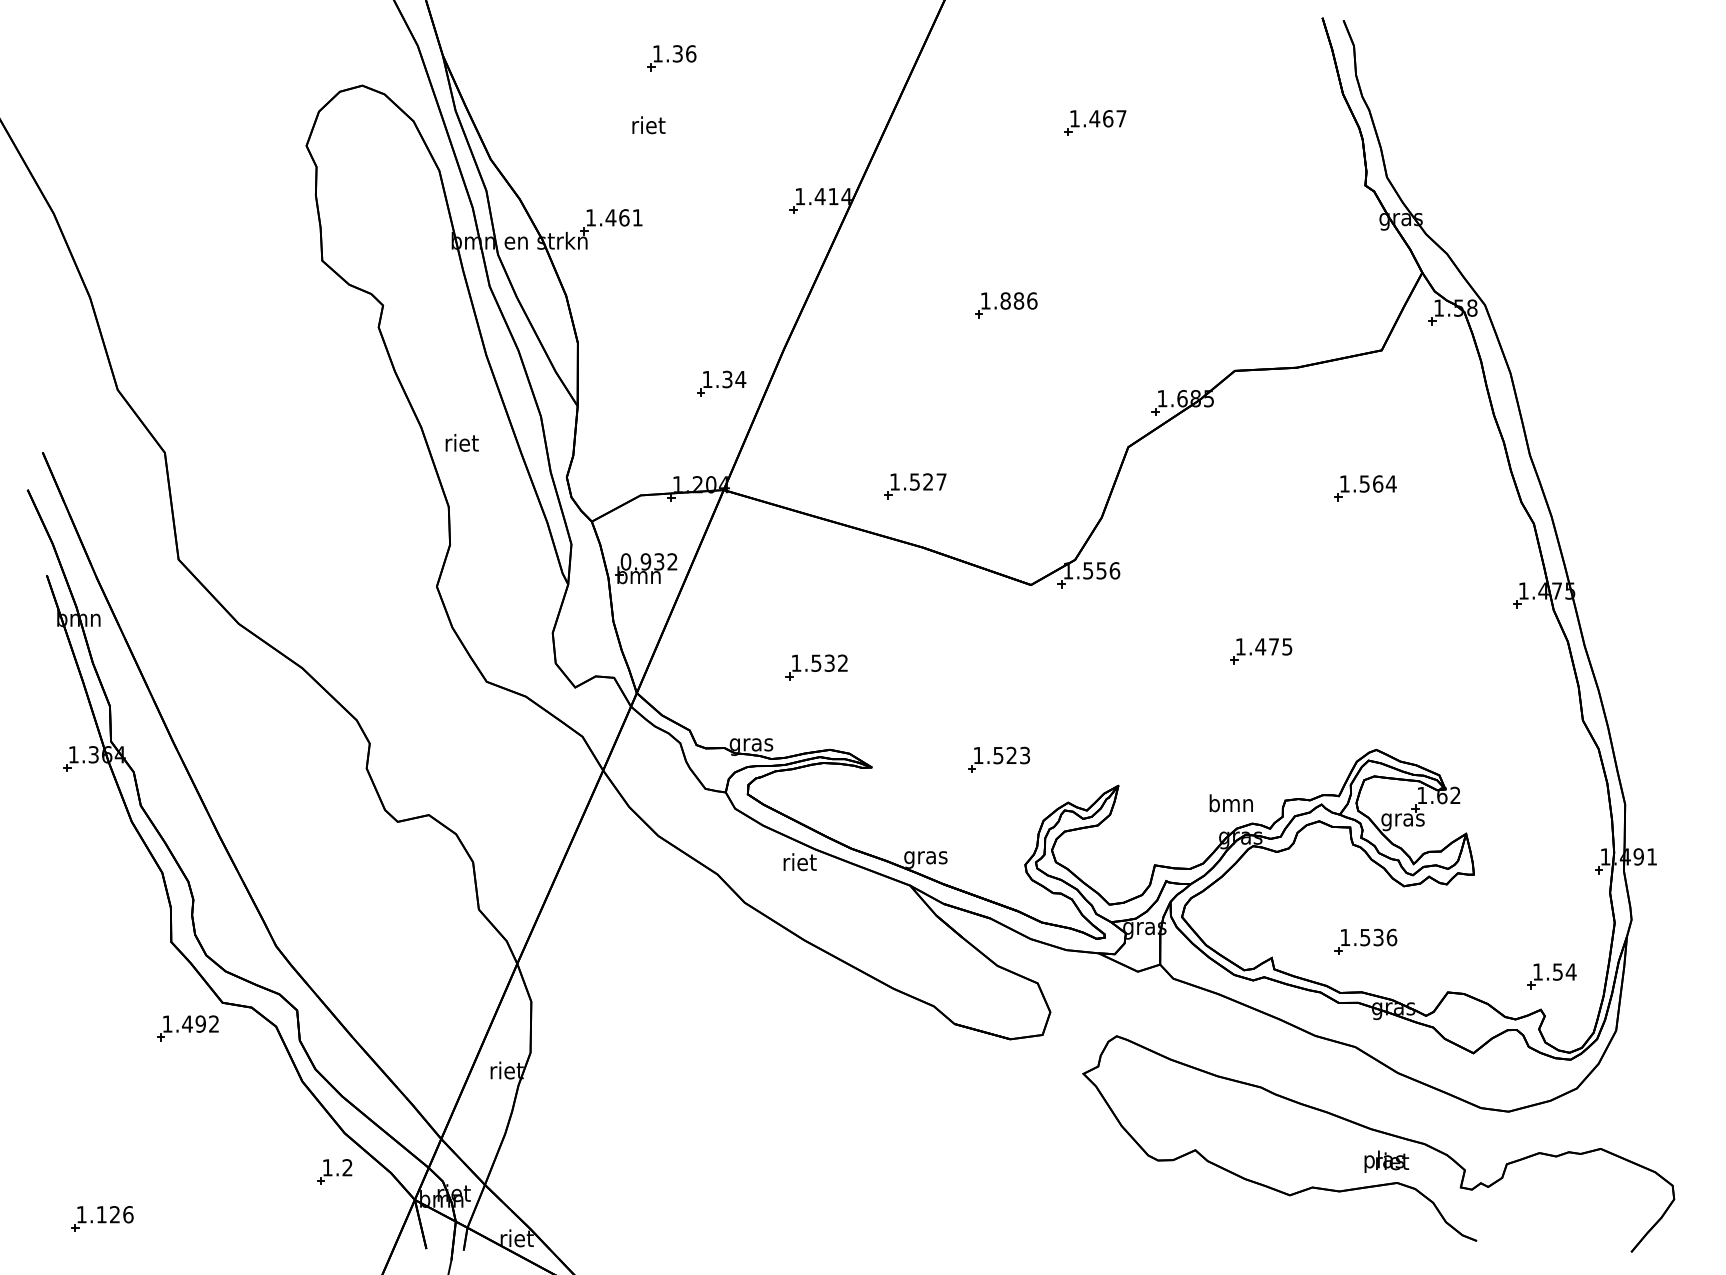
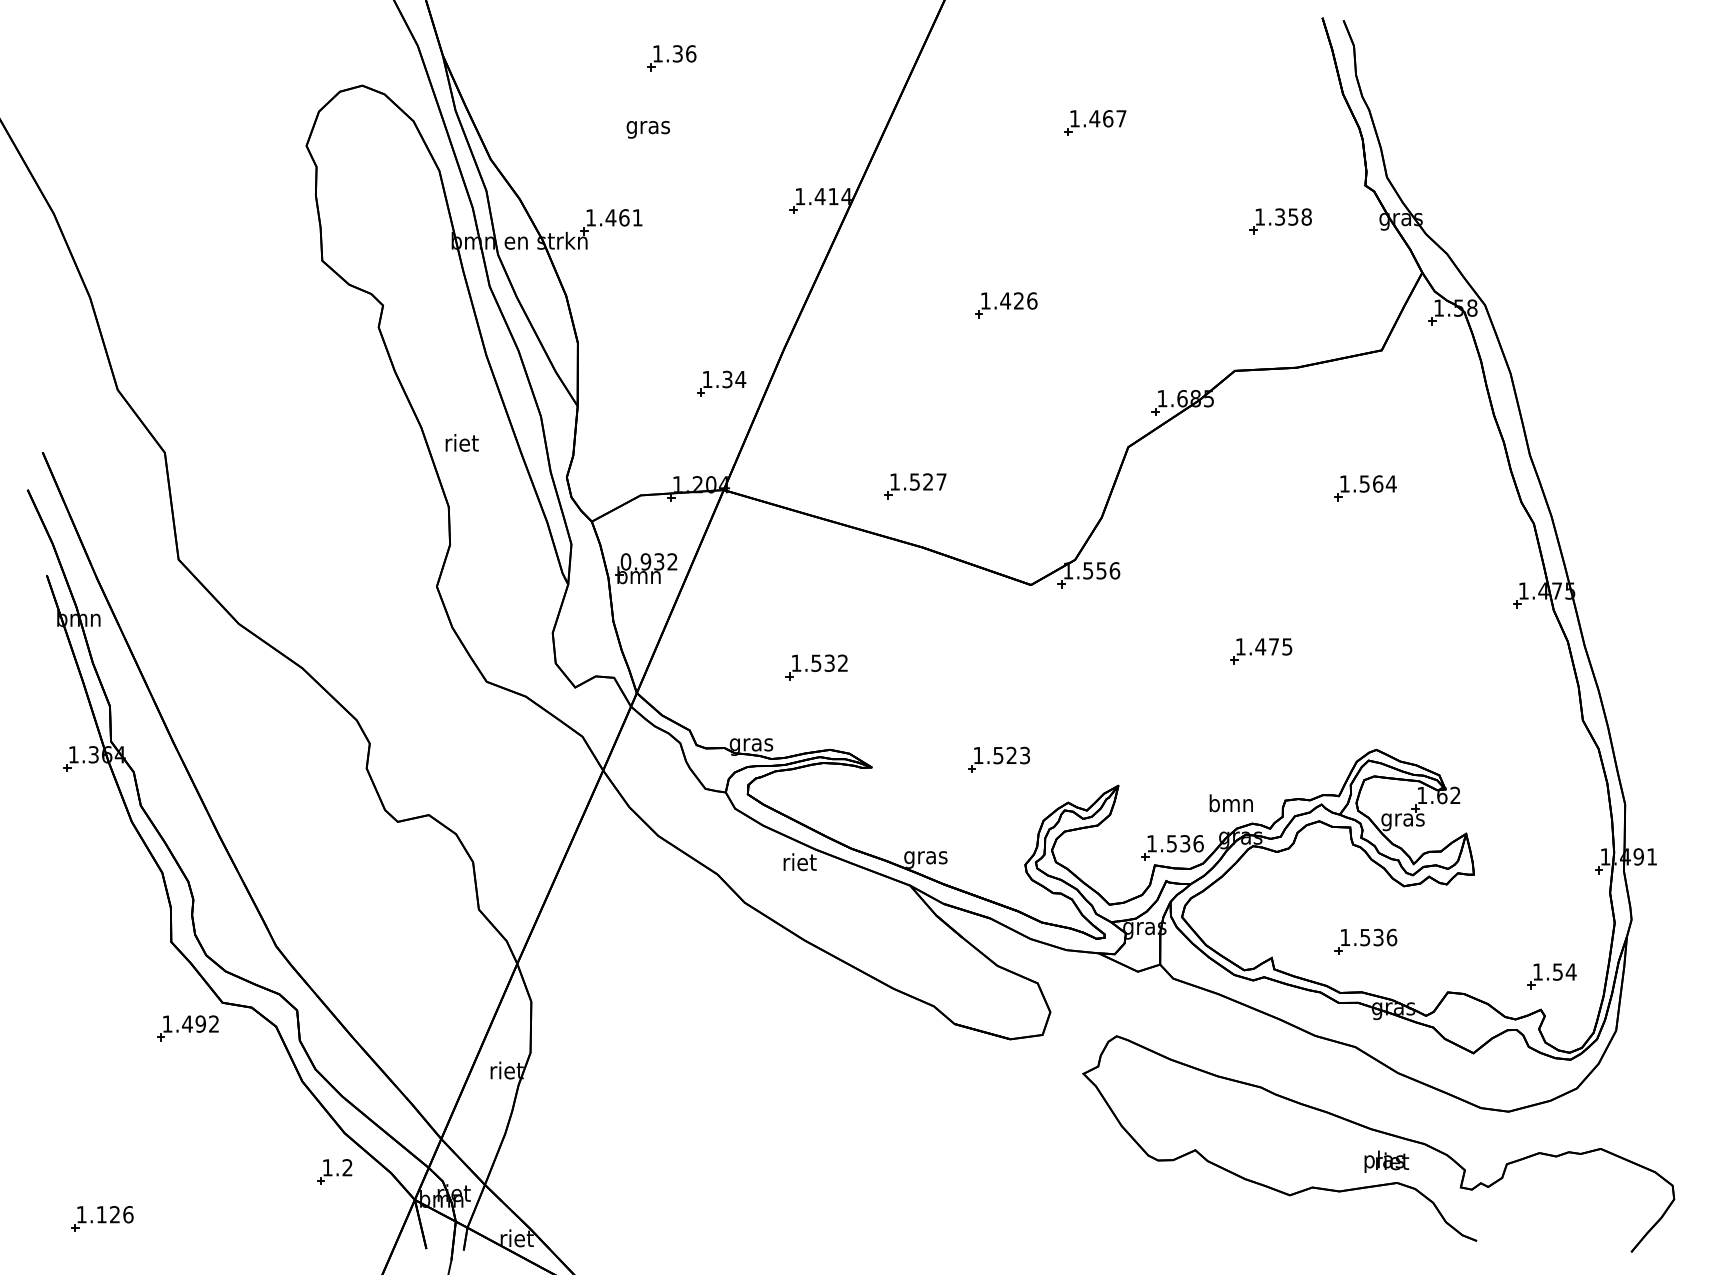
text at (647, 127): riet -> gras
part at (1280, 221): none -> present
text at (1012, 300): 1.886 -> 1.426
part at (1172, 847): none -> present
